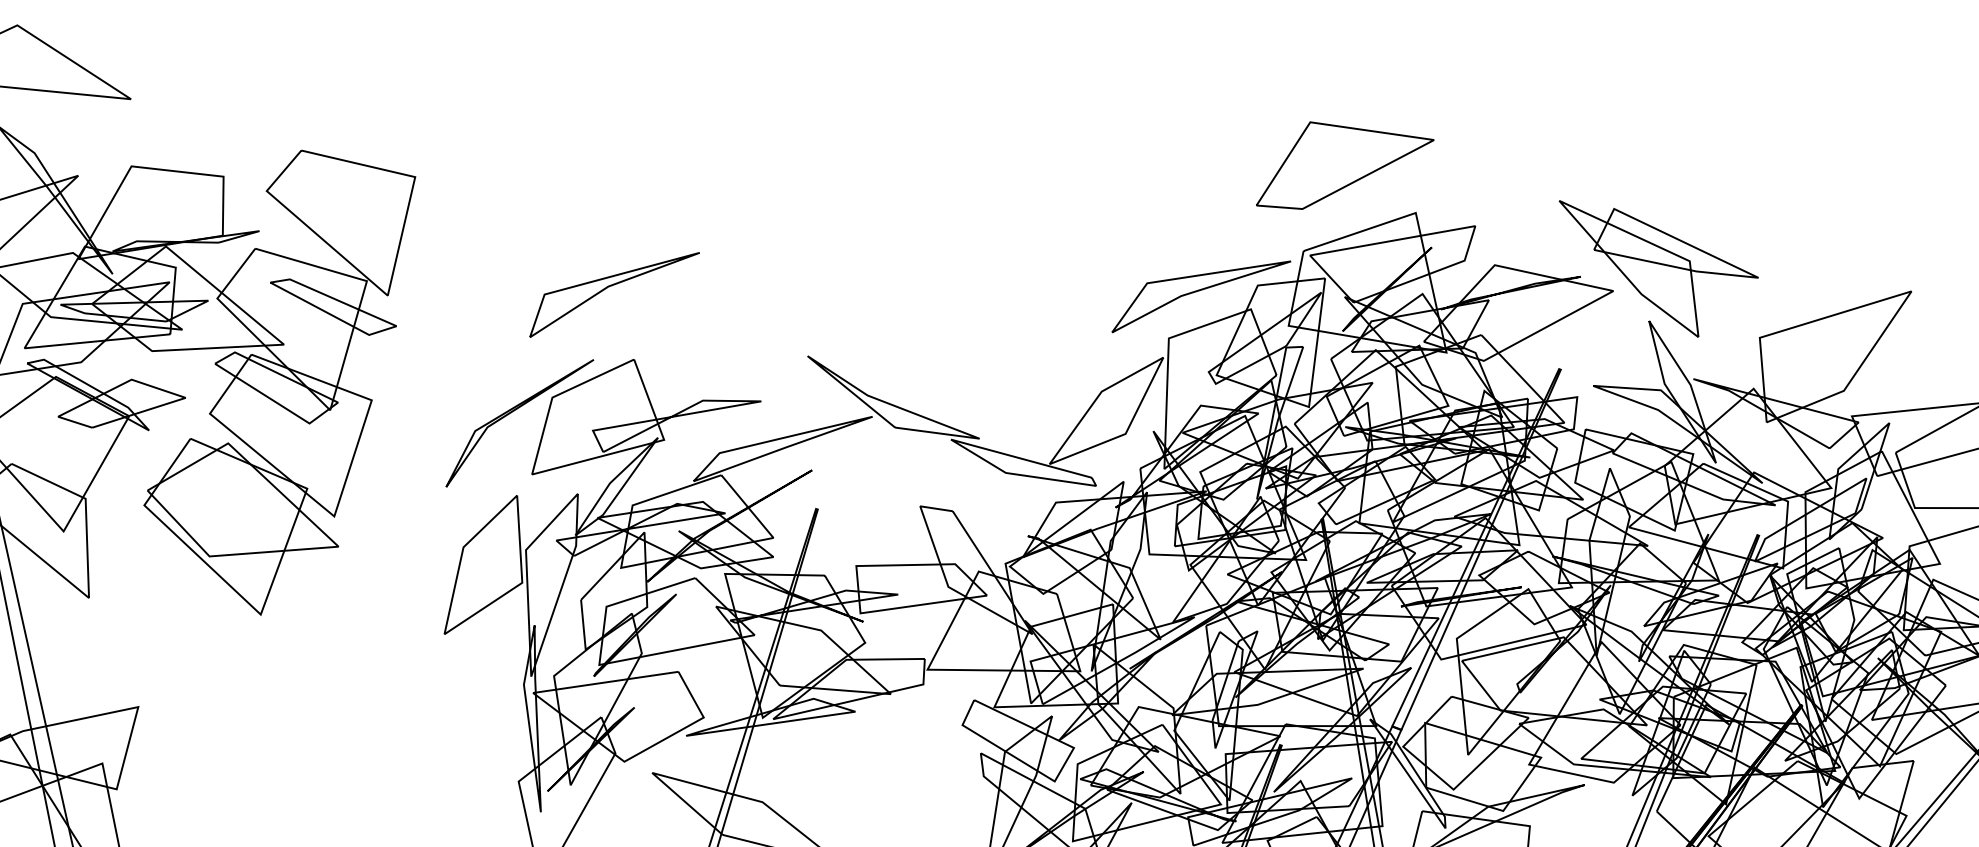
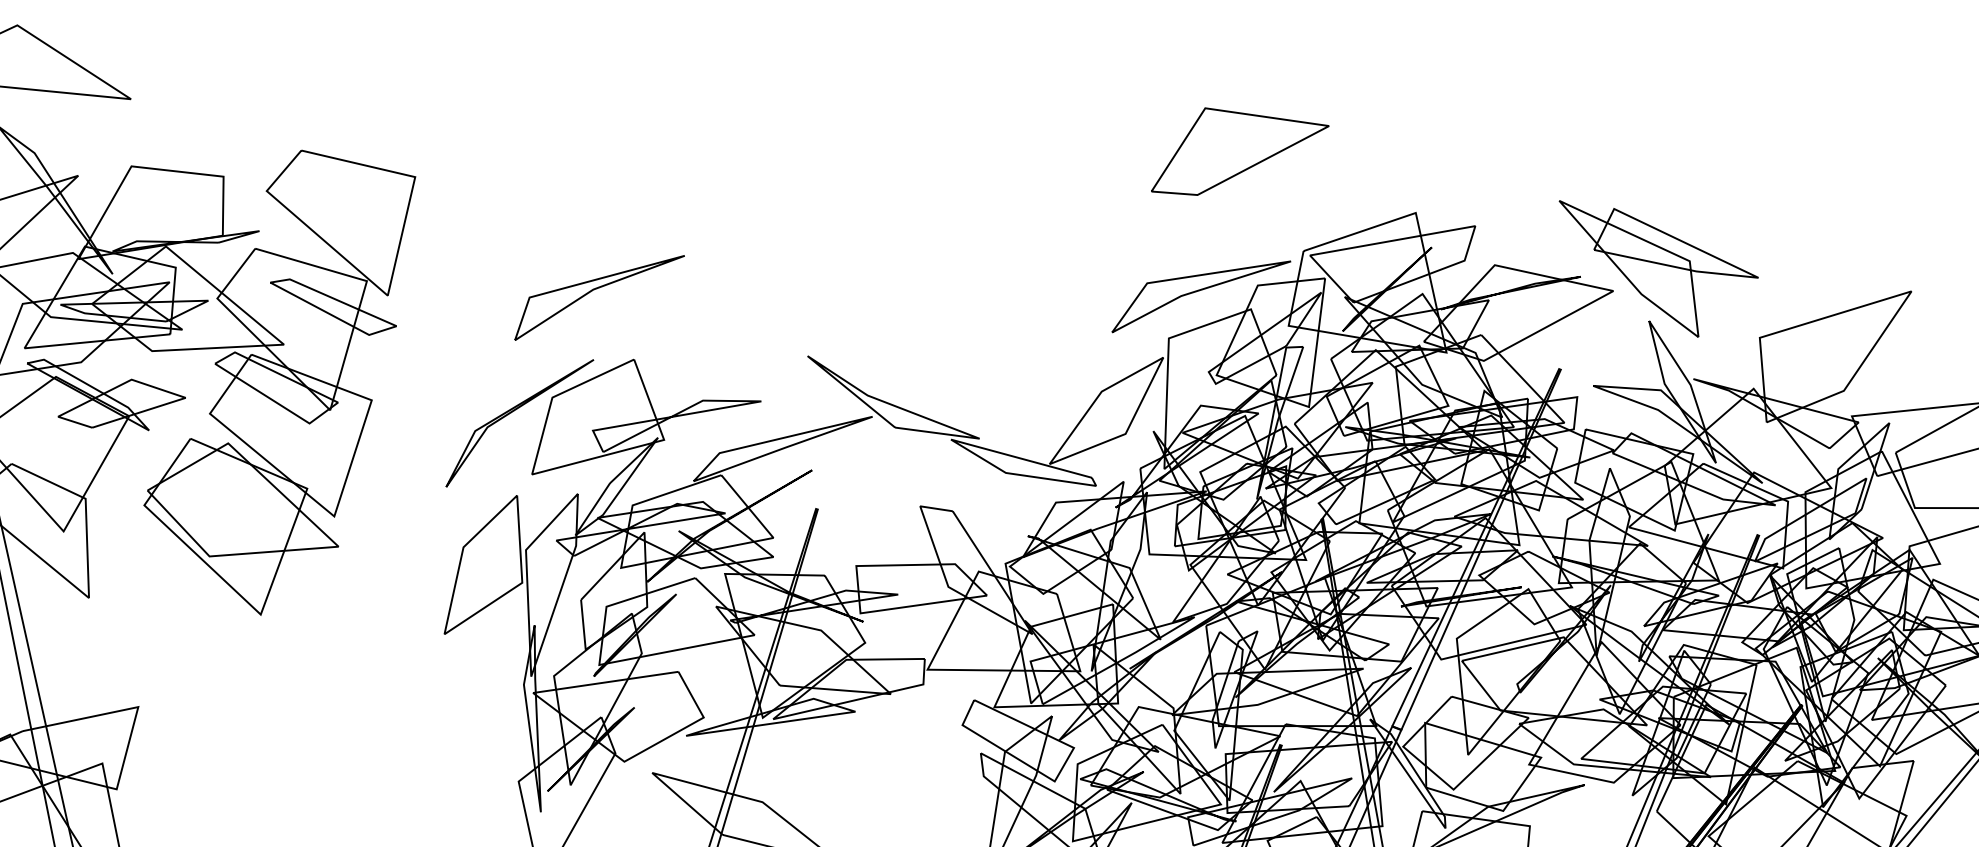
part at (1345, 165) position: (1345, 165) -> (1240, 151)
part at (611, 286) position: (611, 286) -> (596, 289)
